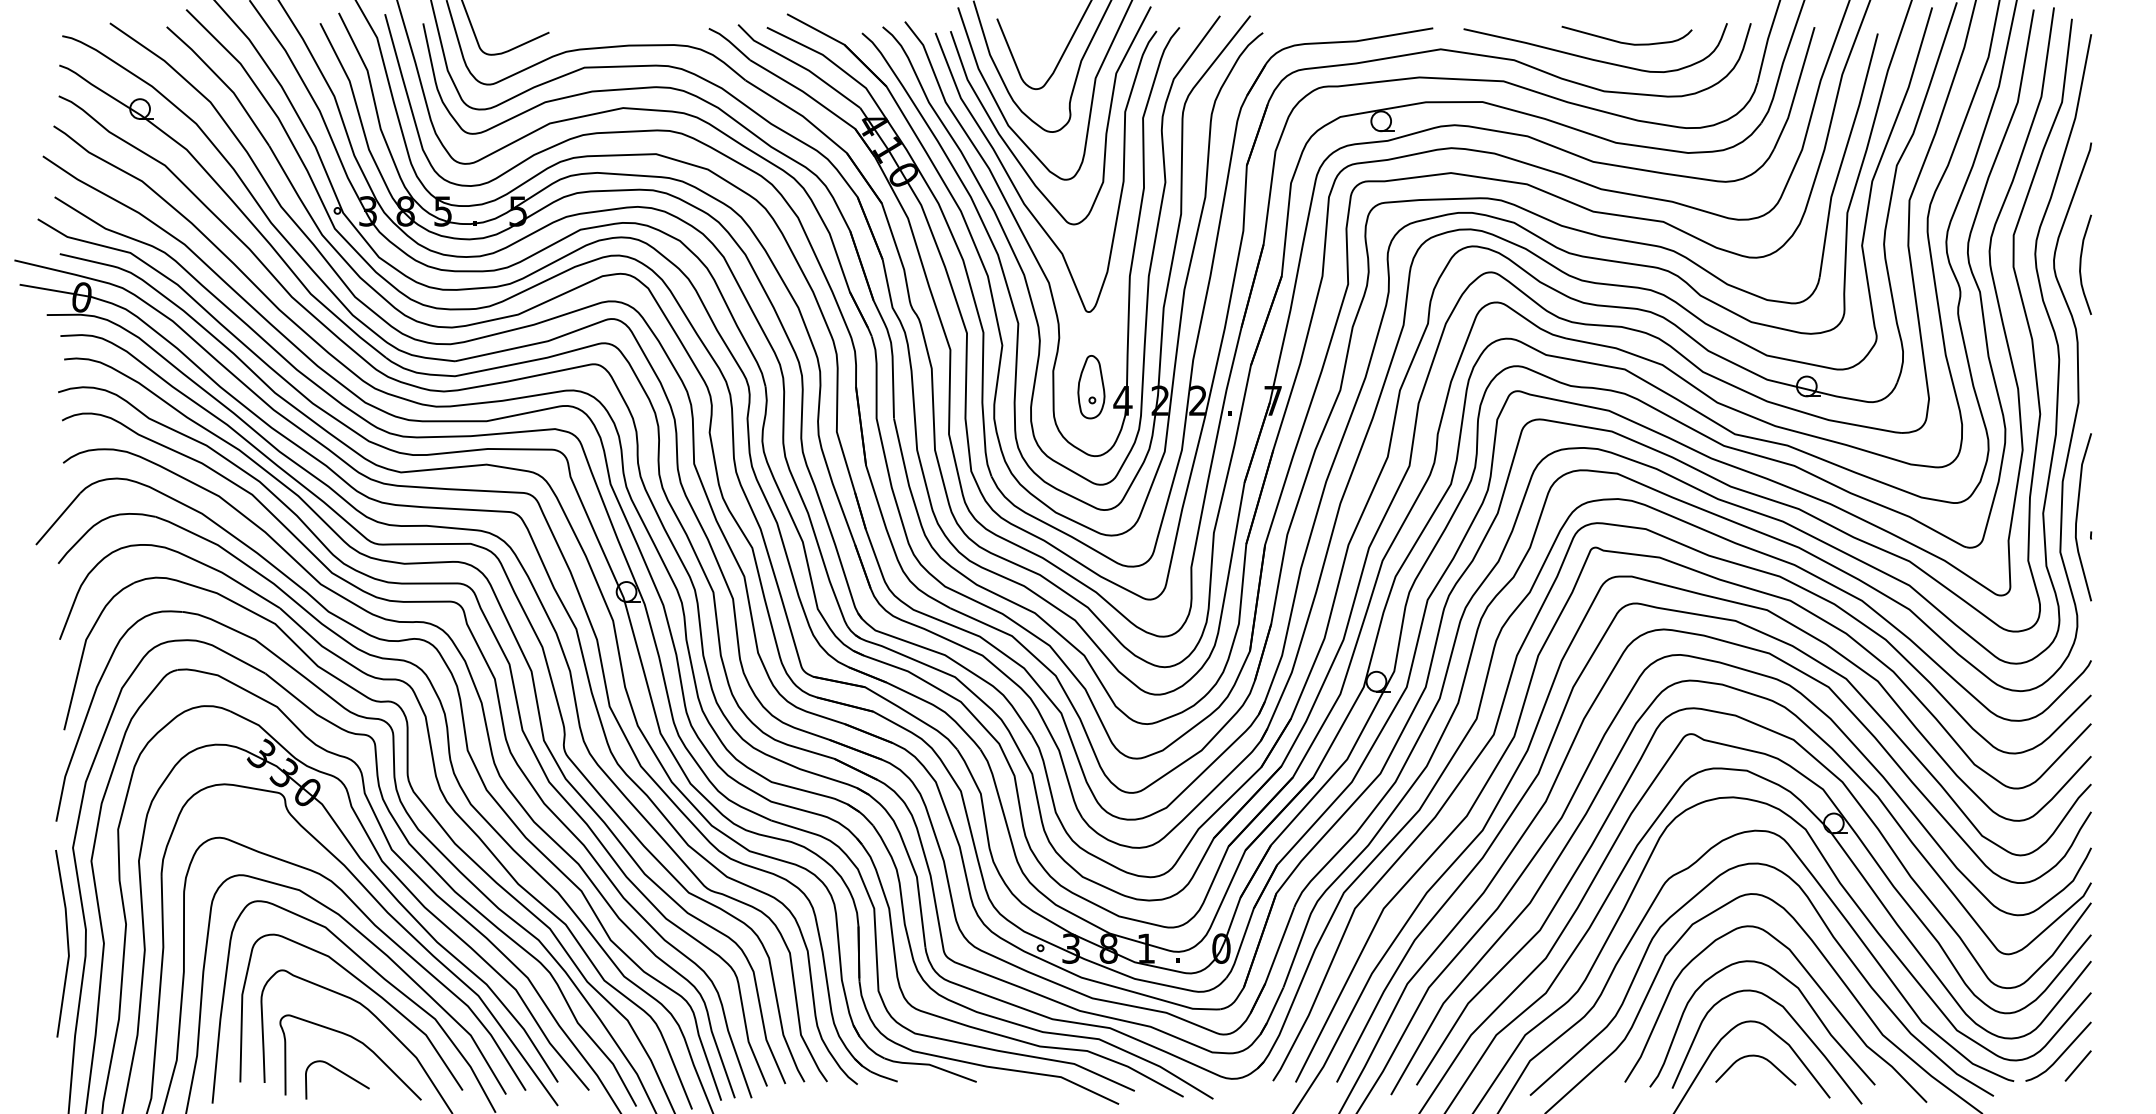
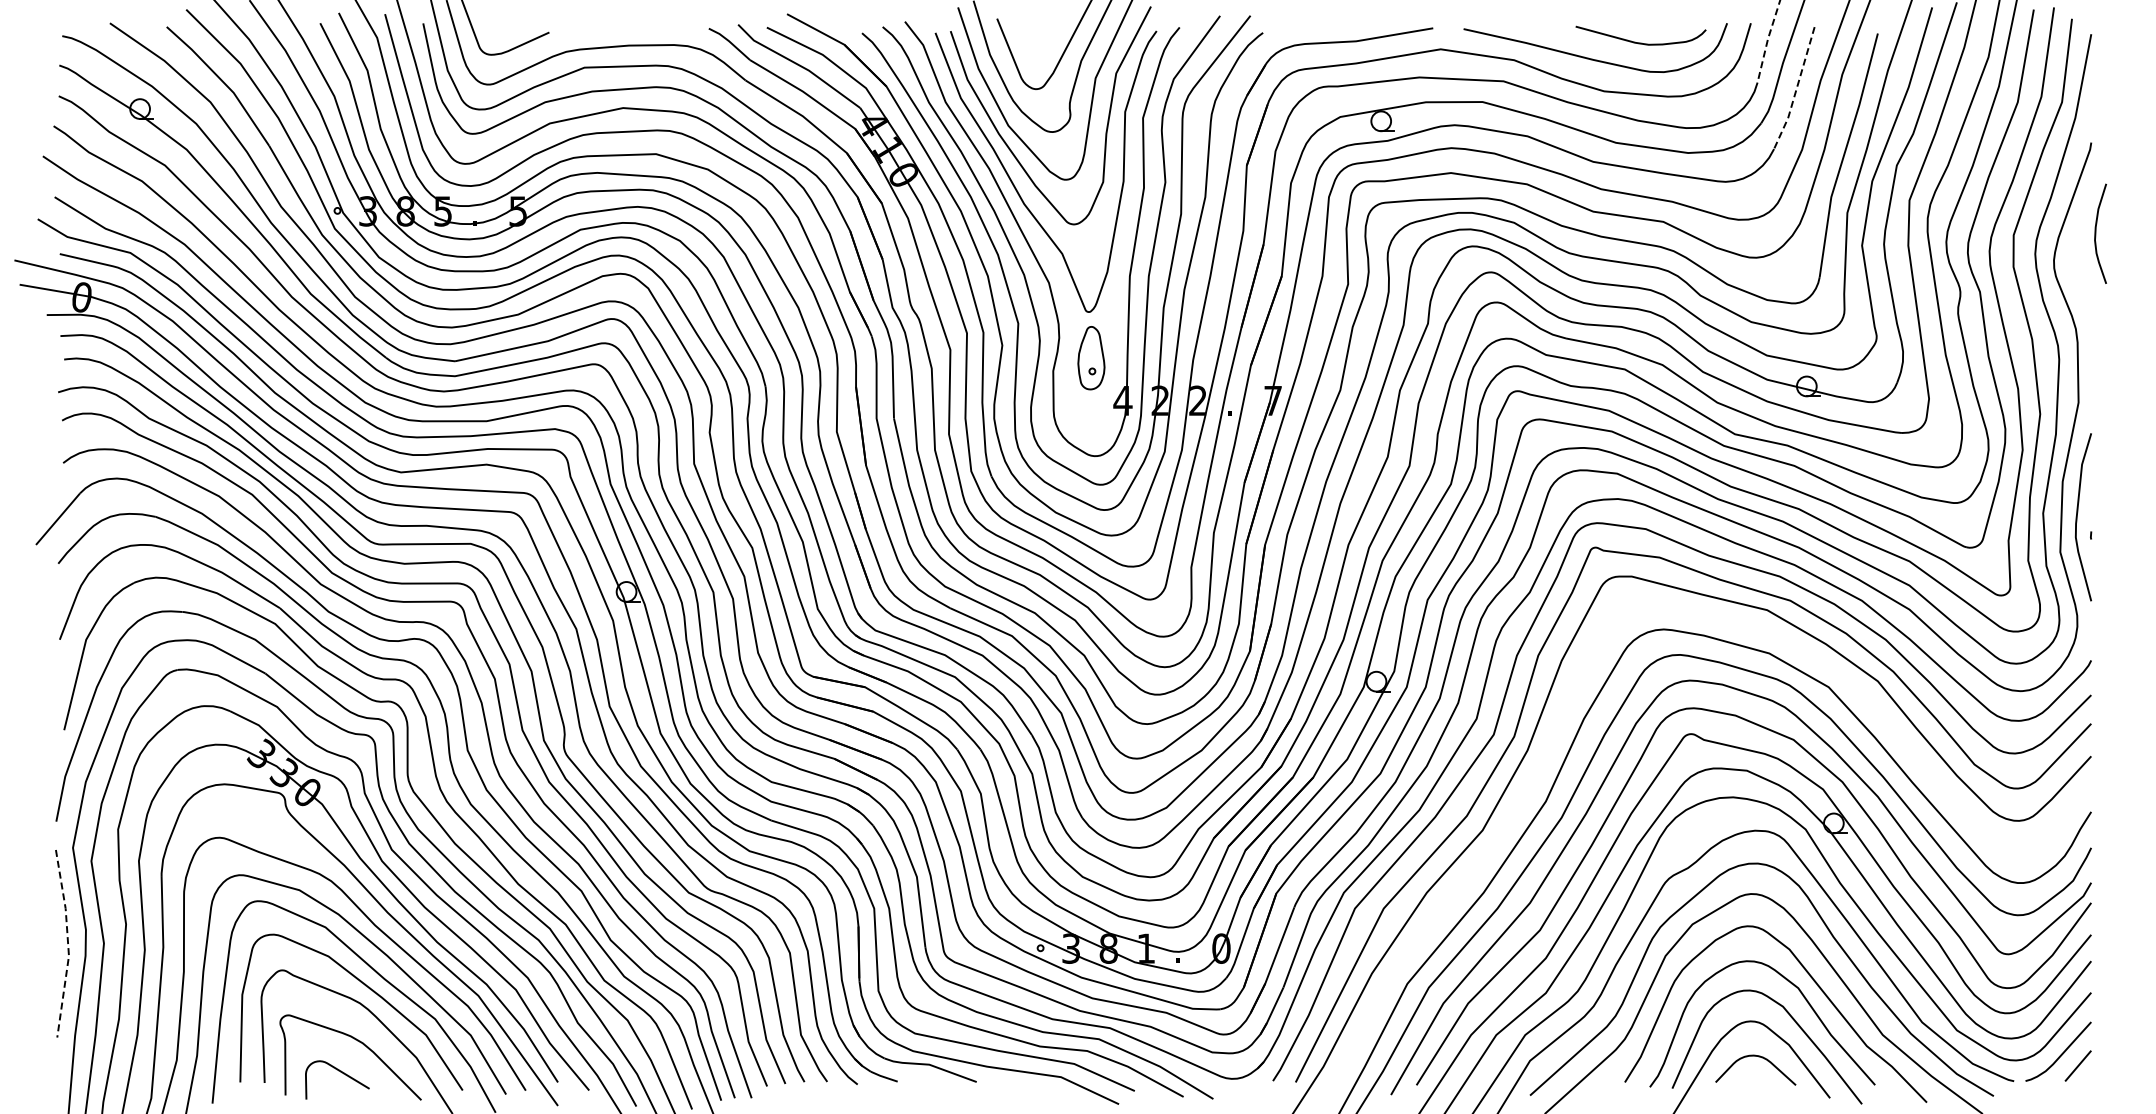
line at (1767, 40): solid -> dashed
curve at (1626, 42) position: (1626, 42) -> (1640, 42)
line at (1796, 90): solid -> dashed
curve at (2081, 264) position: (2081, 264) -> (2096, 233)
part at (1091, 387) position: (1091, 387) -> (1091, 358)
curve at (1539, 774): present -> none
line at (68, 944): solid -> dashed
